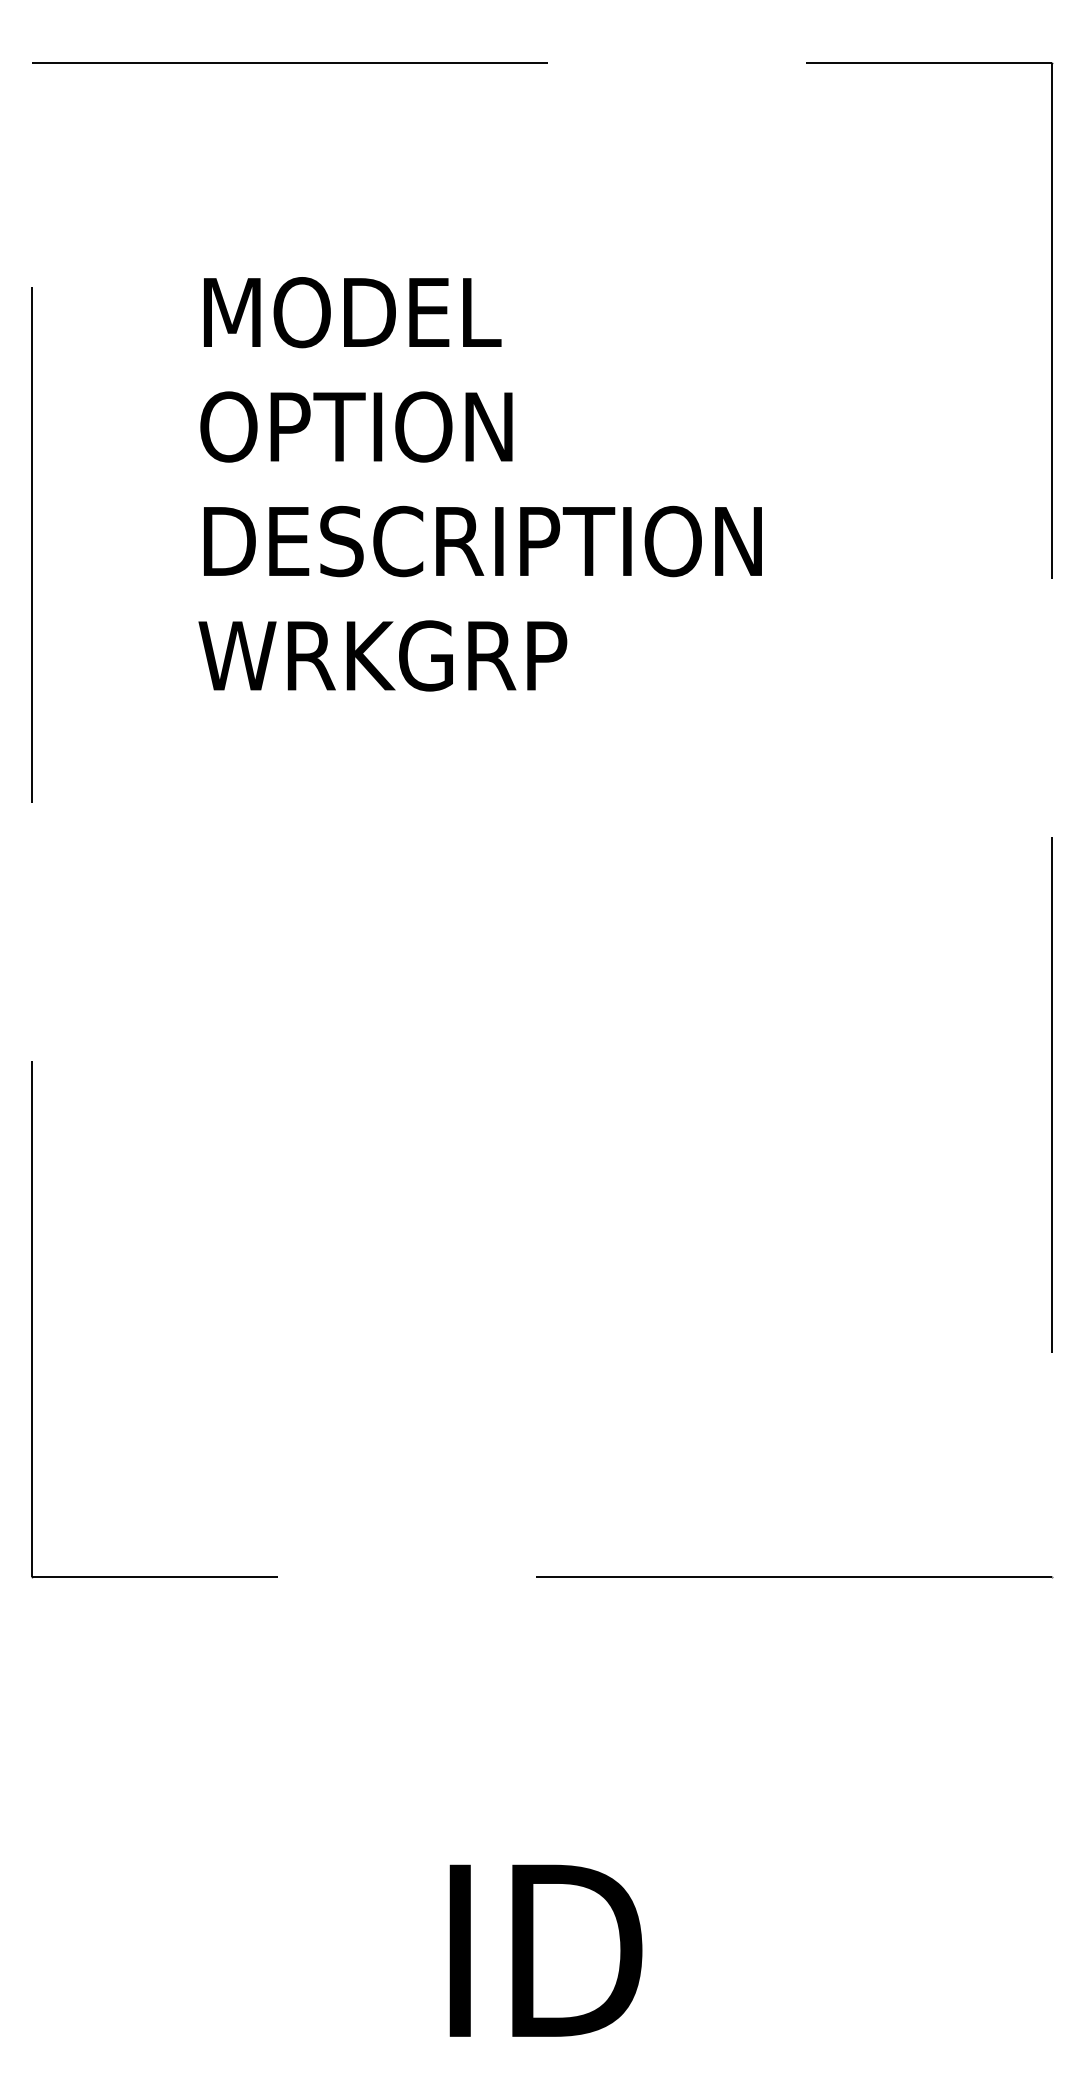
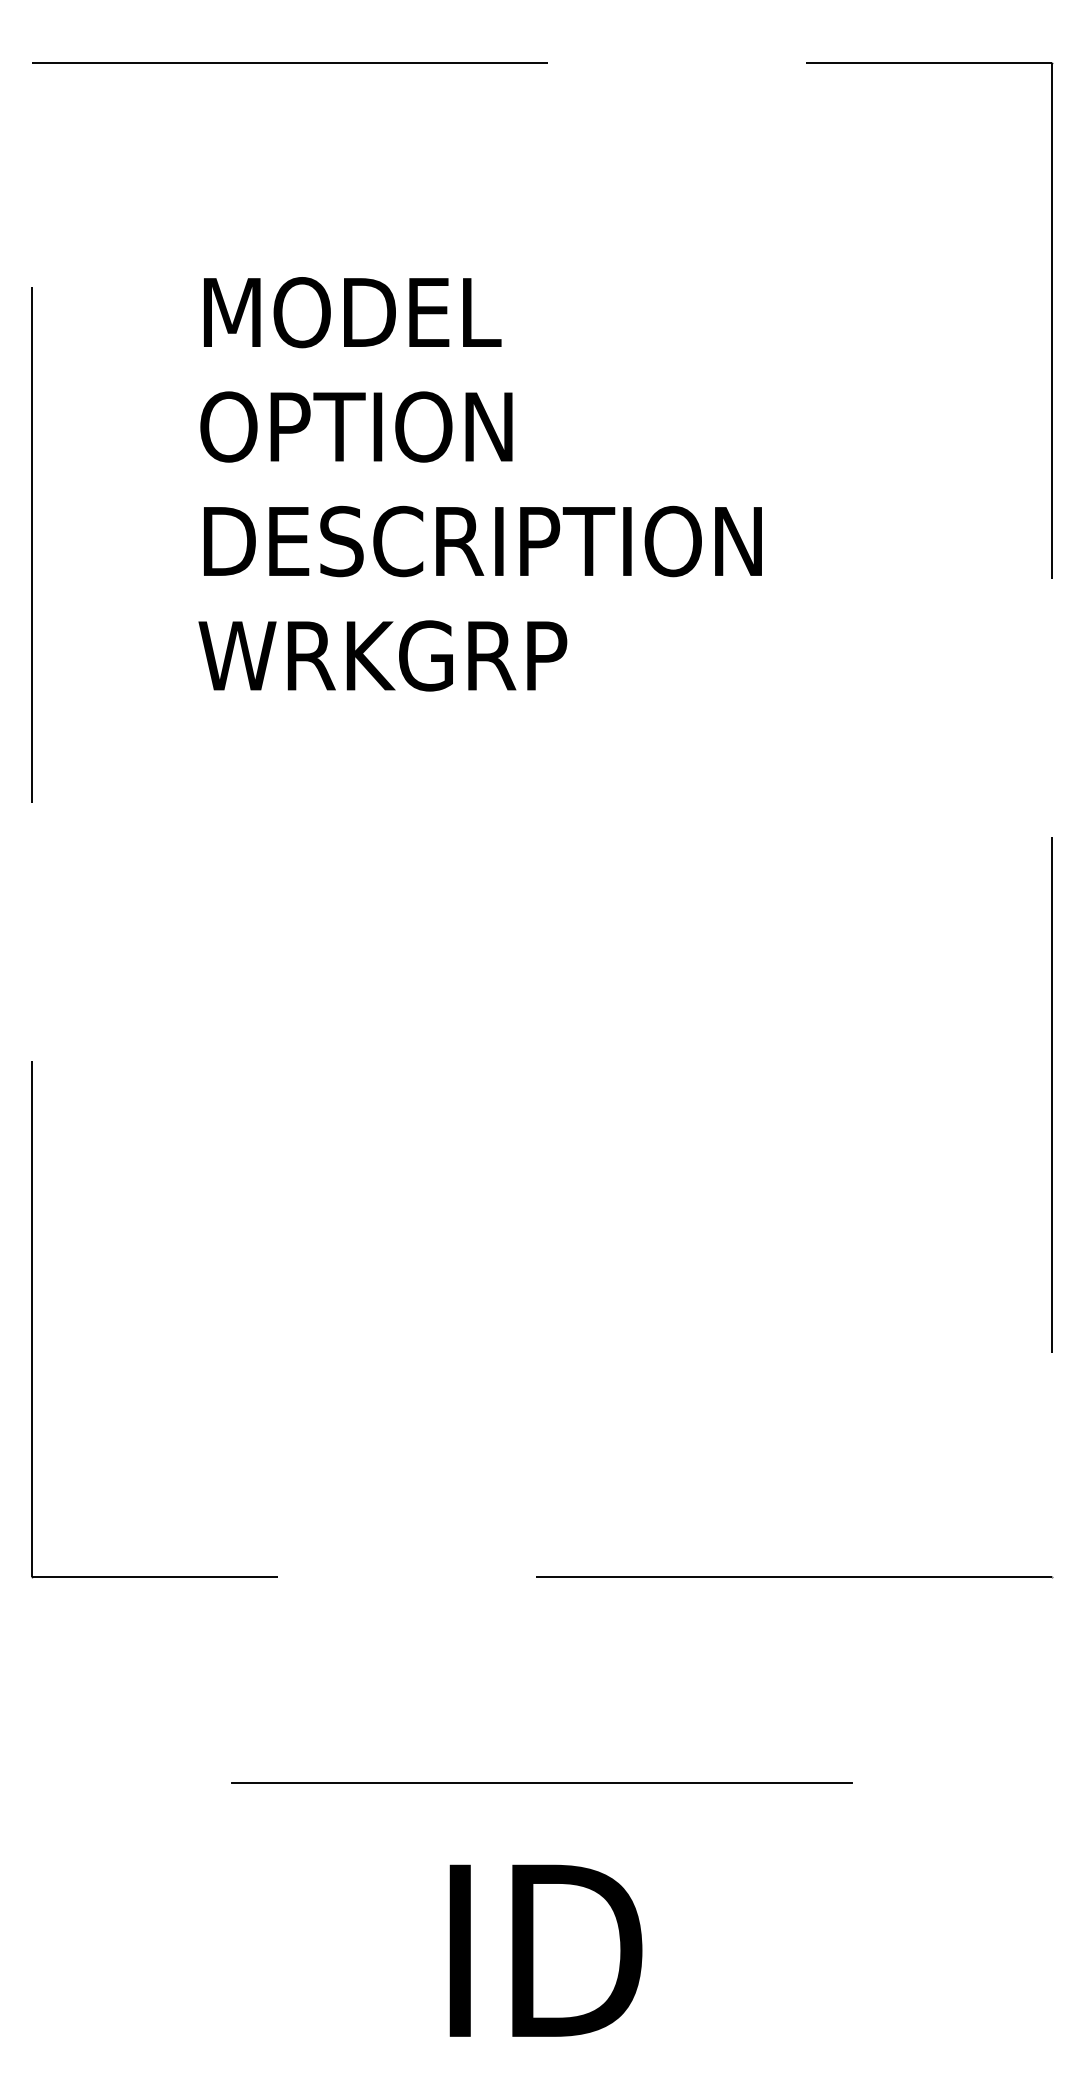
line at (541, 1783): none -> present
